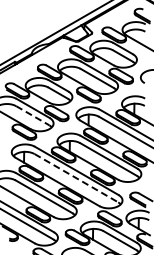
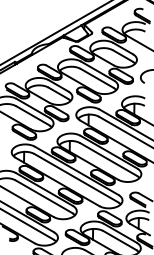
line at (33, 115): dashed -> solid
line at (76, 178): dashed -> solid
